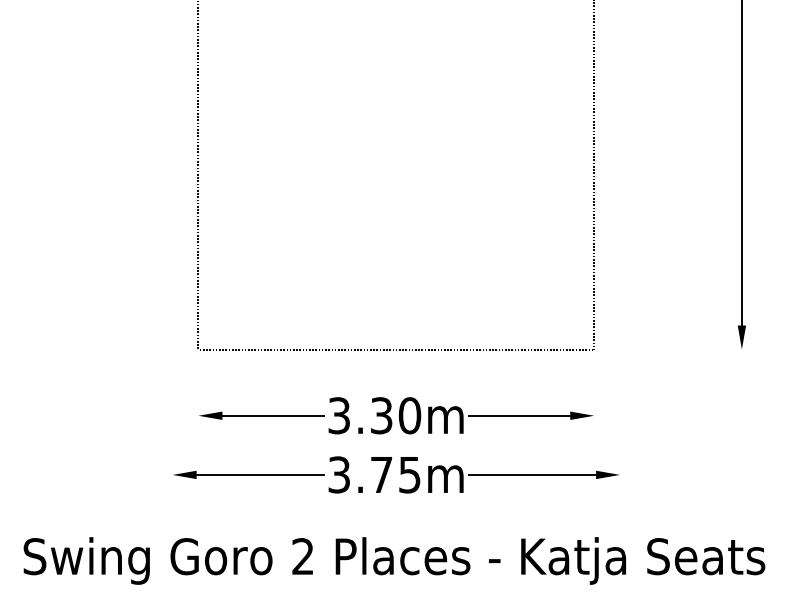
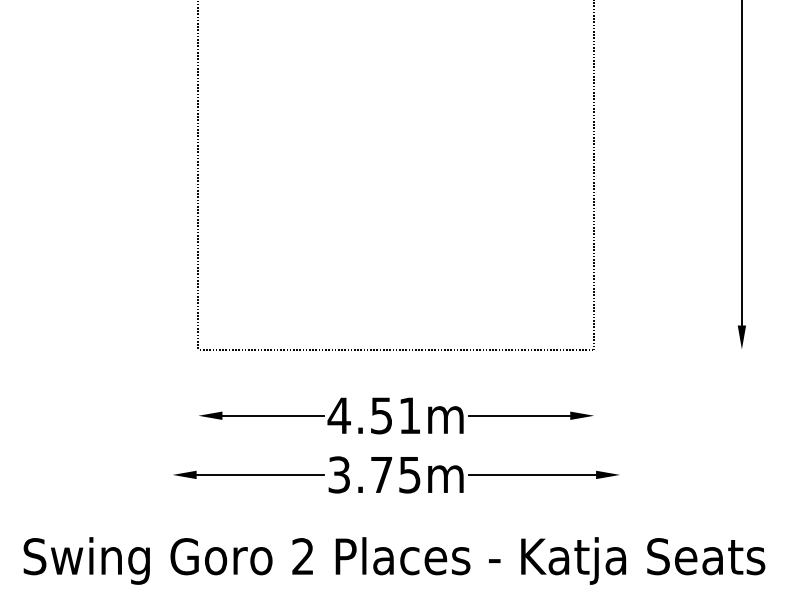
text at (374, 415): 3.30m -> 4.51m
